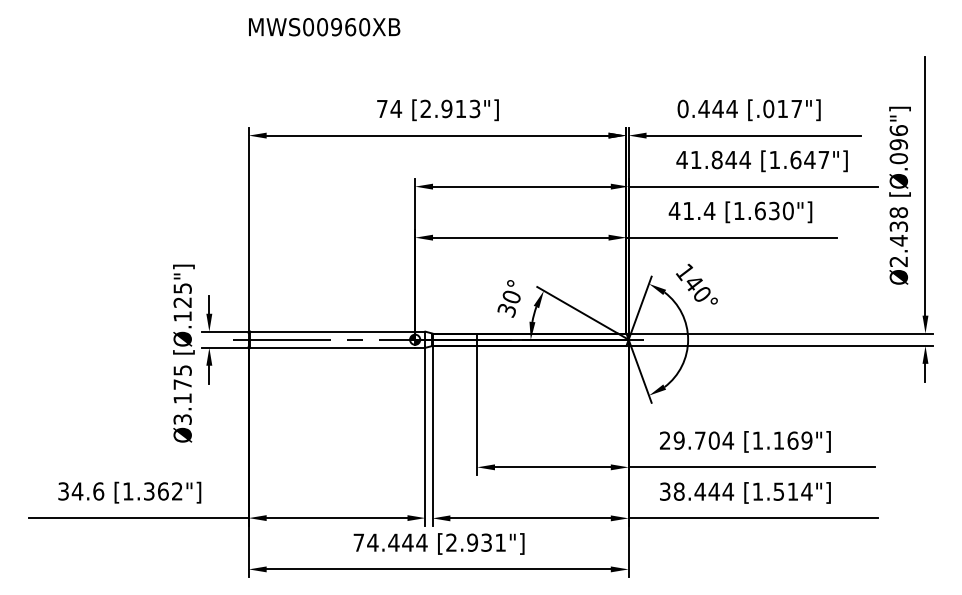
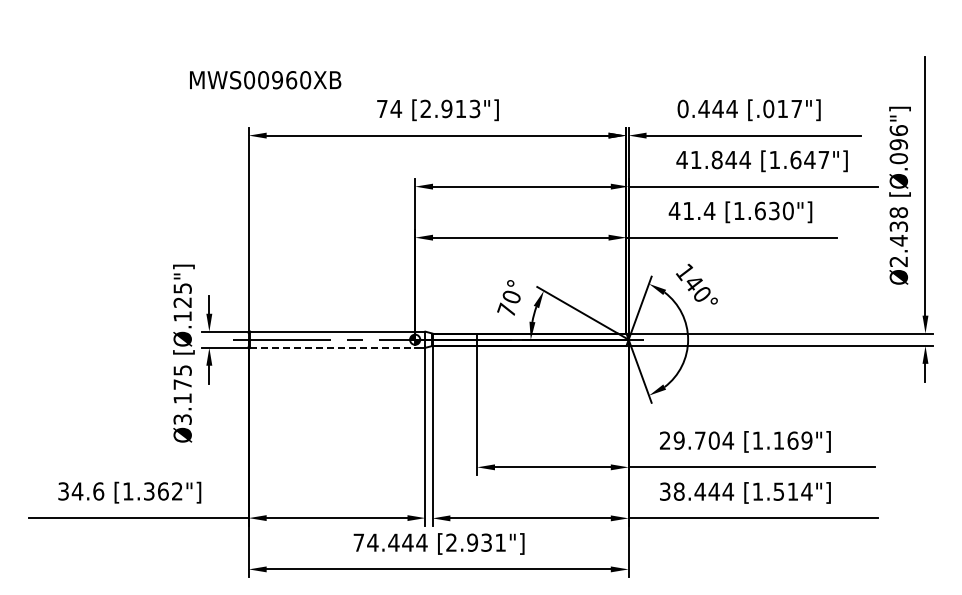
text at (324, 27) position: (324, 27) -> (265, 80)
text at (506, 309): 30° -> 70°
line at (333, 347): solid -> dashed
